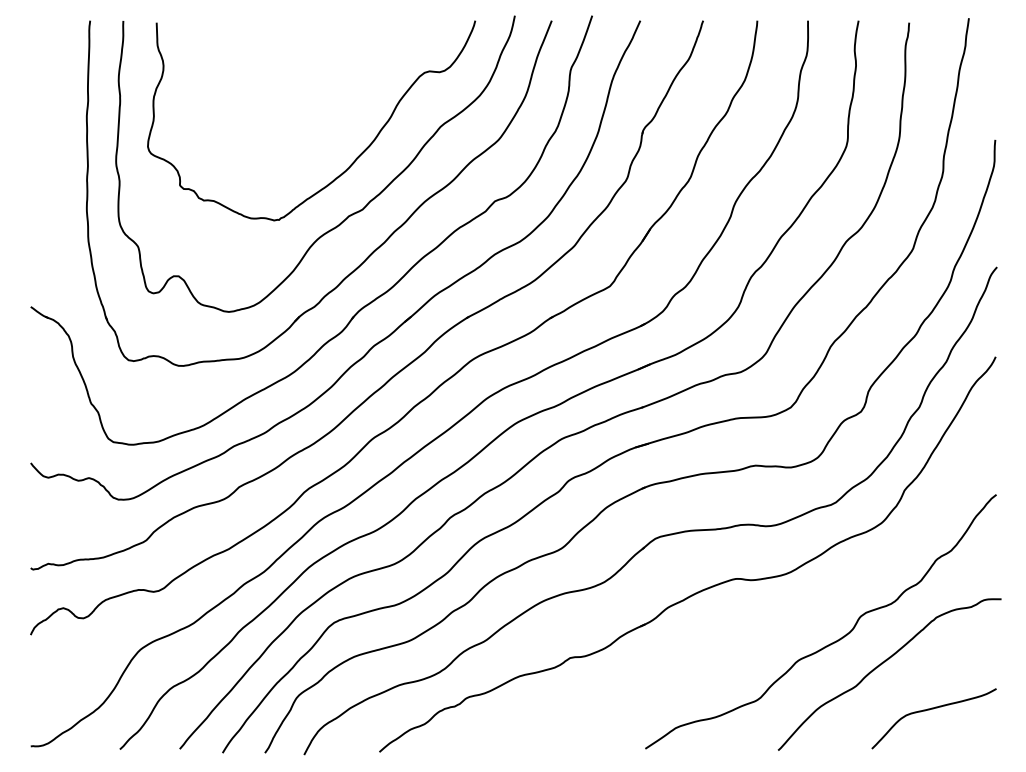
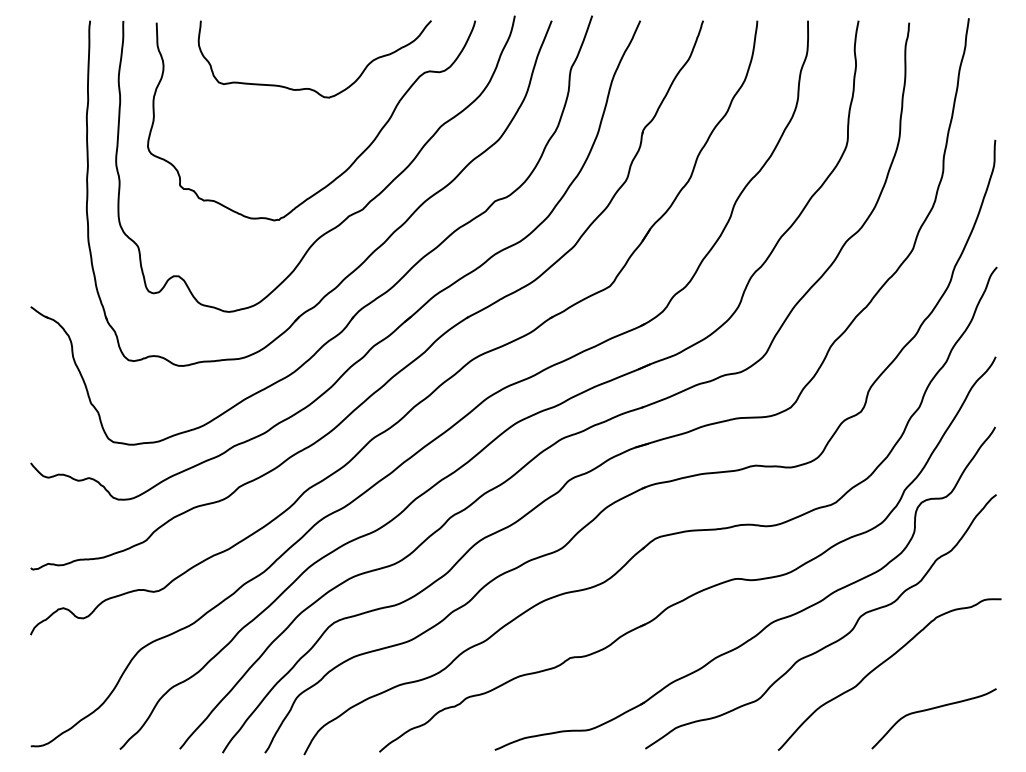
curve at (311, 88): none -> present
part at (767, 624): none -> present
